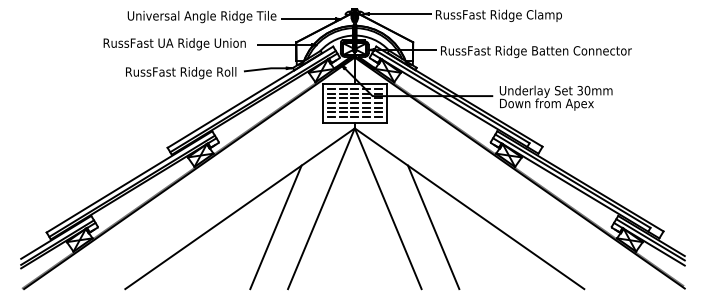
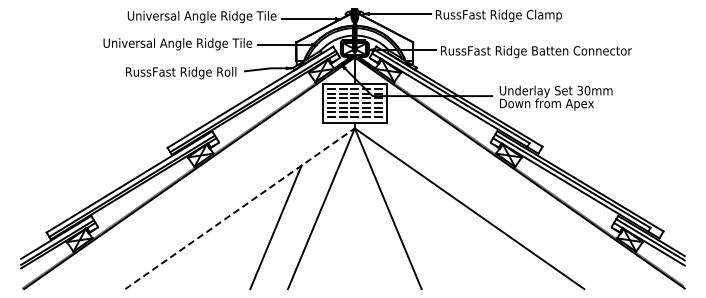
text at (177, 44): RussFast UA Ridge Union -> Universal Angle Ridge Tile
line at (240, 208): solid -> dashed
line at (433, 227): present -> none
